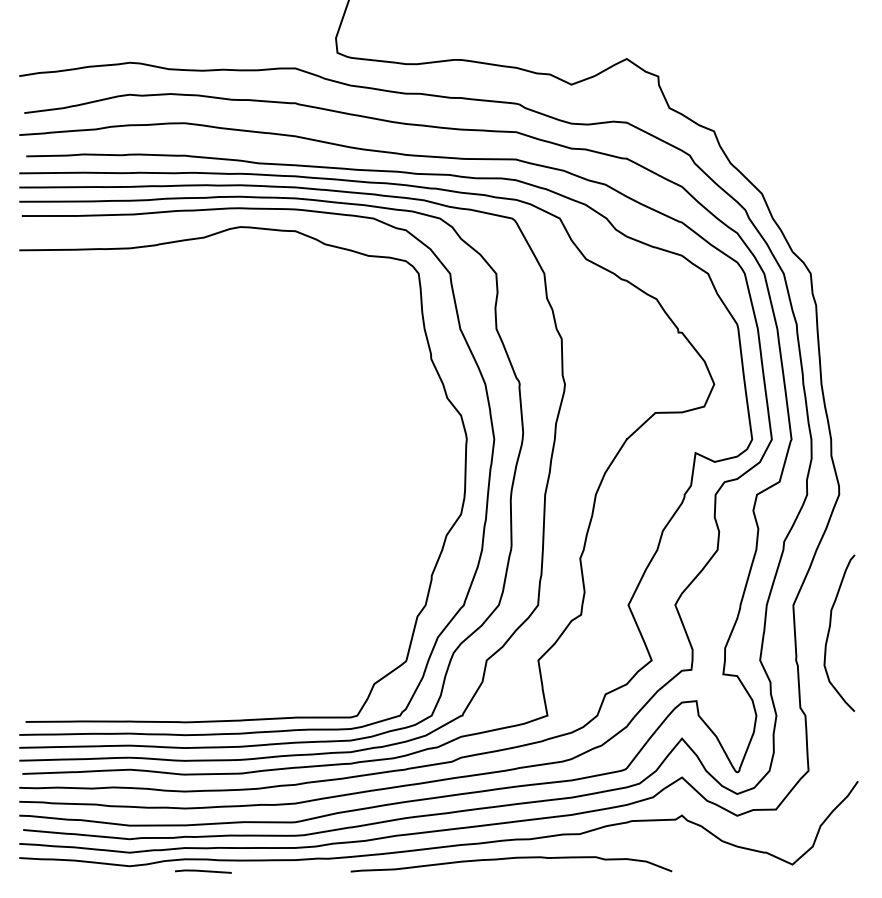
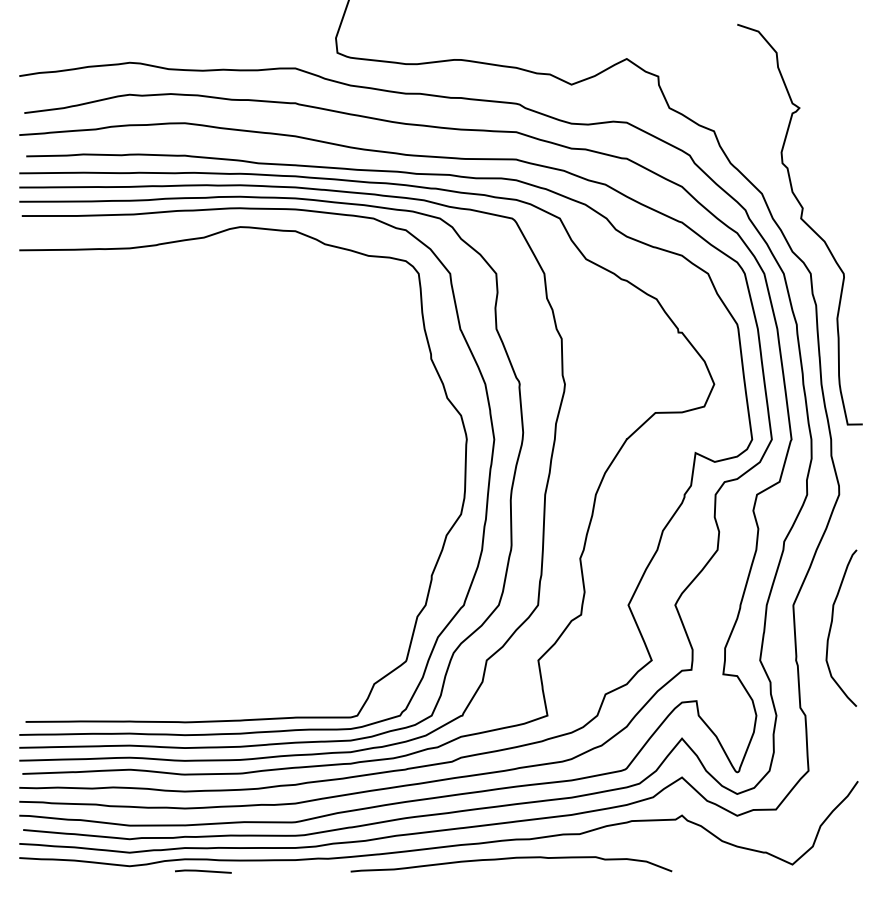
curve at (802, 221): none -> present
curve at (830, 629) position: (830, 629) -> (832, 624)
